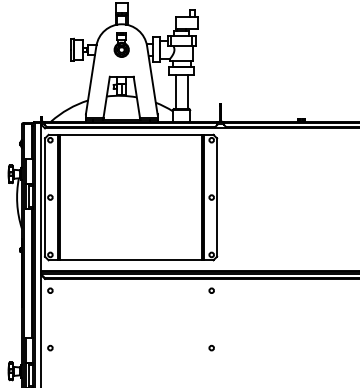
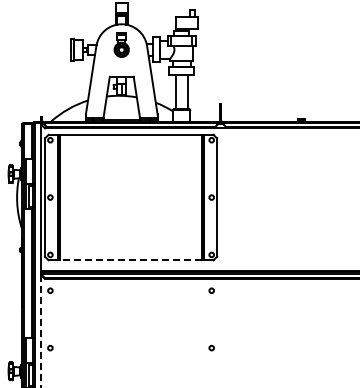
line at (131, 260): solid -> dashed
line at (41, 332): solid -> dashed
